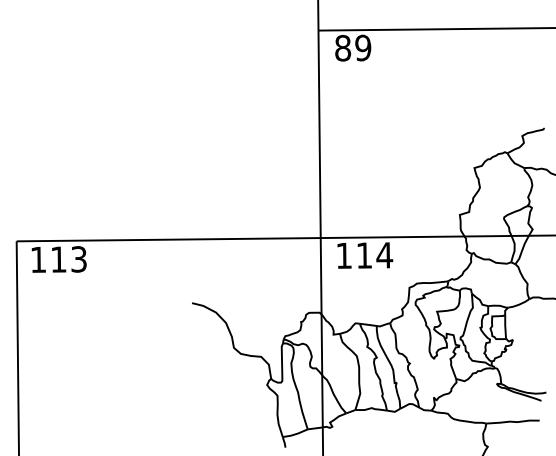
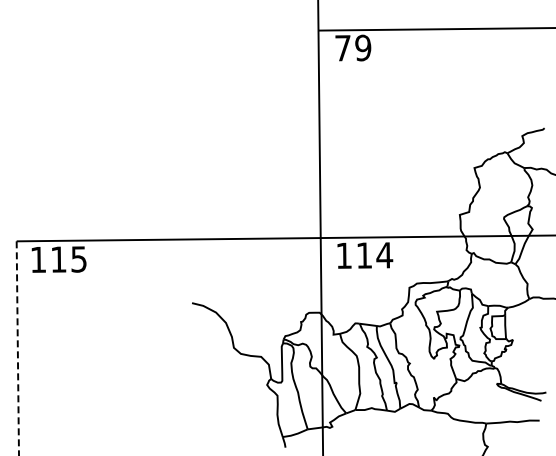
text at (343, 48): 89 -> 79
text at (79, 258): 113 -> 115
line at (17, 348): solid -> dashed
